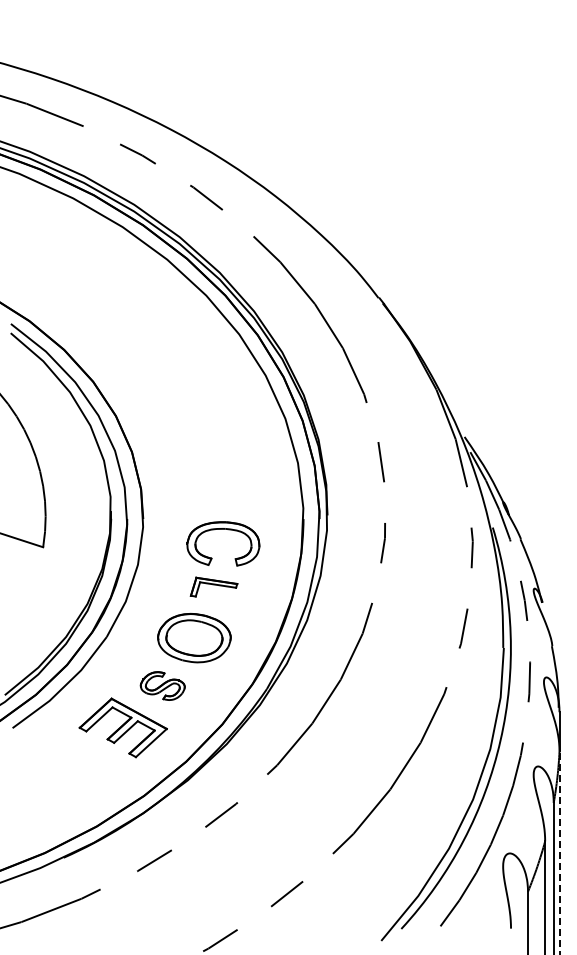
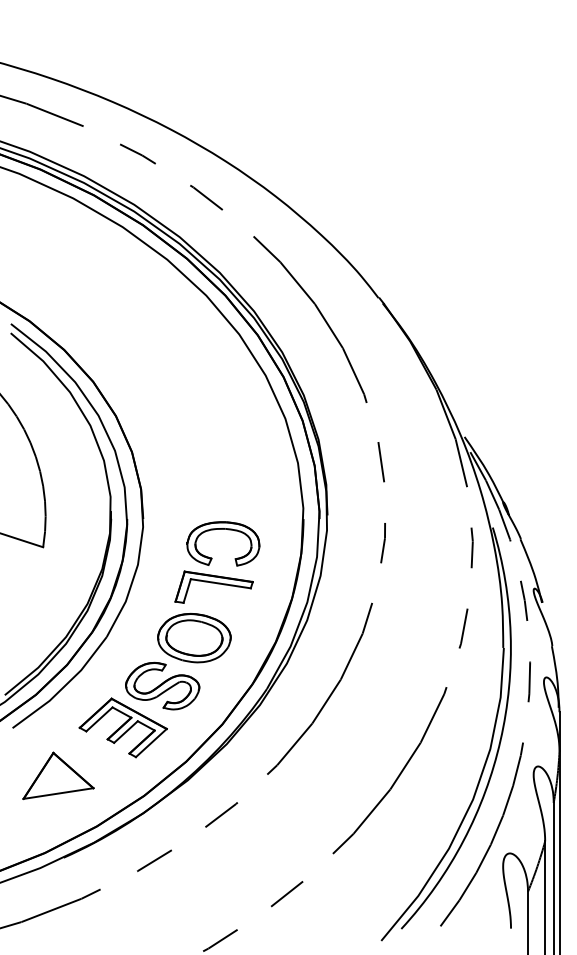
part at (213, 586) size: 50x22 px -> 80x34 px
part at (162, 685) size: 47x30 px -> 76x50 px
part at (58, 775): none -> present
line at (559, 852): dashed -> solid
